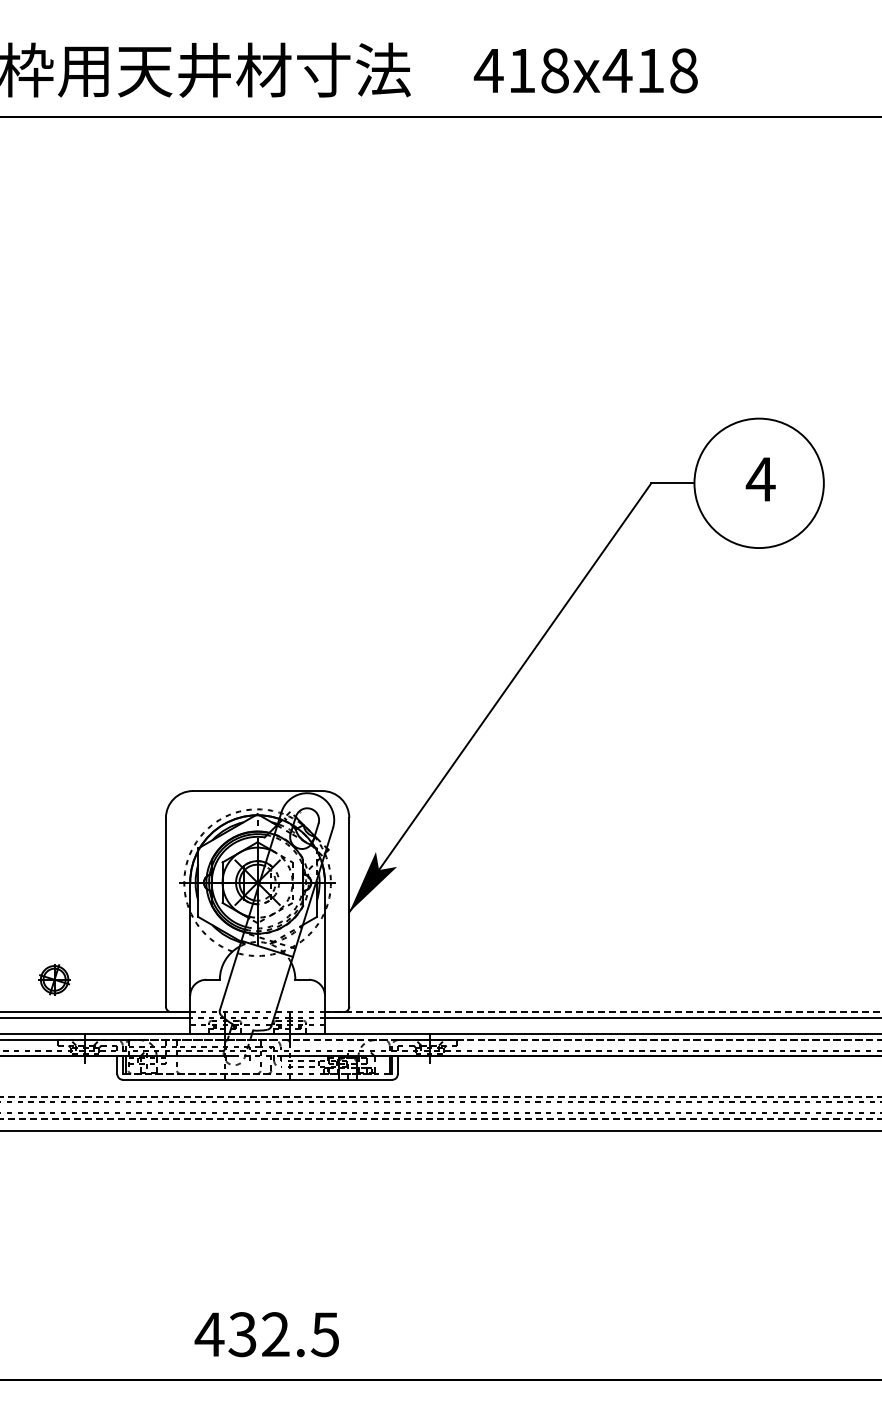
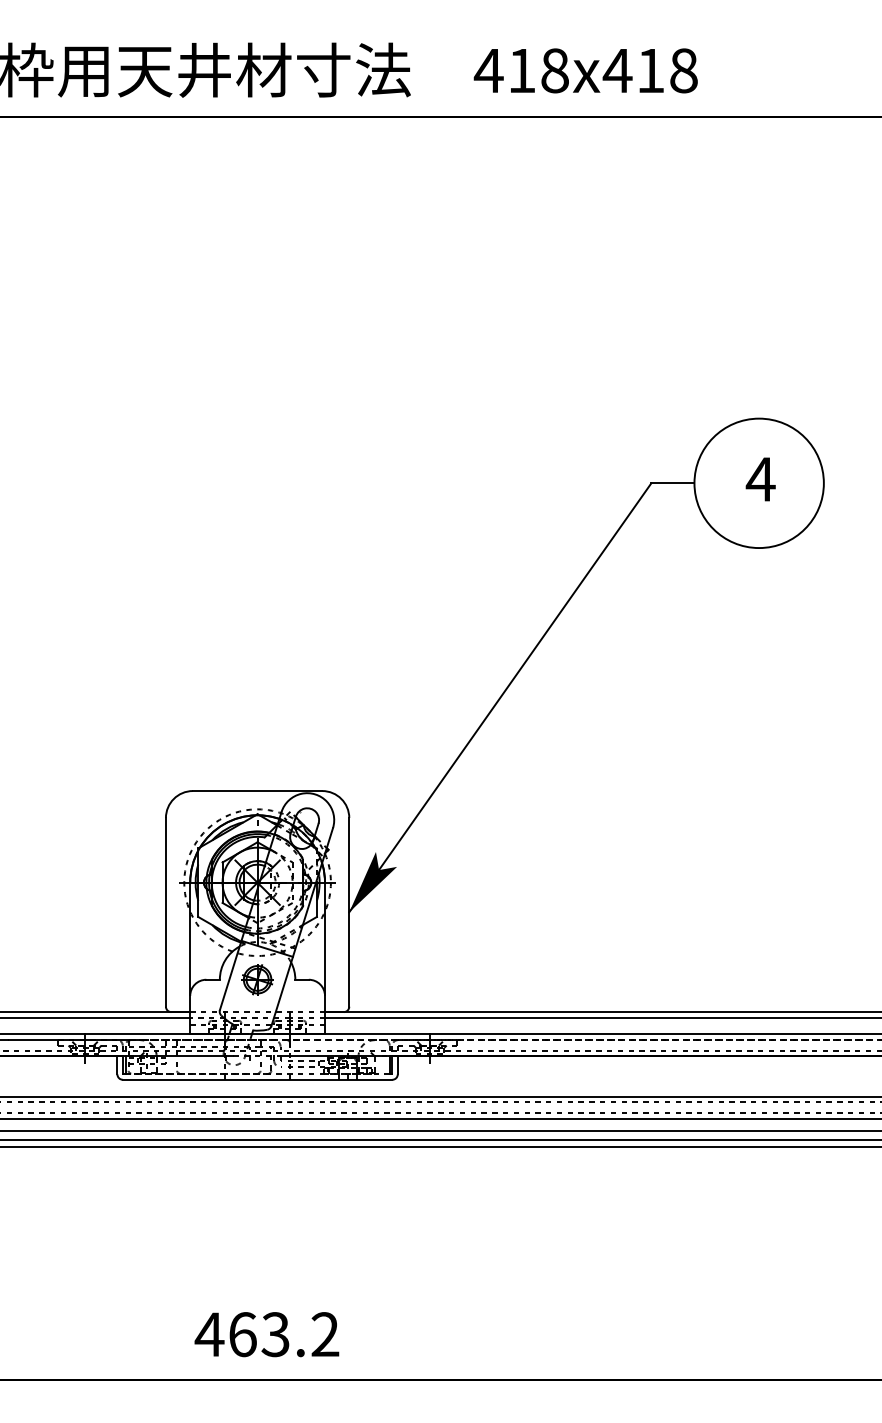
part at (54, 979) position: (54, 979) -> (257, 979)
line at (602, 1012): dashed -> solid
line at (440, 1097): dashed -> solid
line at (440, 1119): dashed -> solid
line at (440, 1140): none -> present
line at (440, 1146): none -> present
text at (283, 1334): 432.5 -> 463.2
